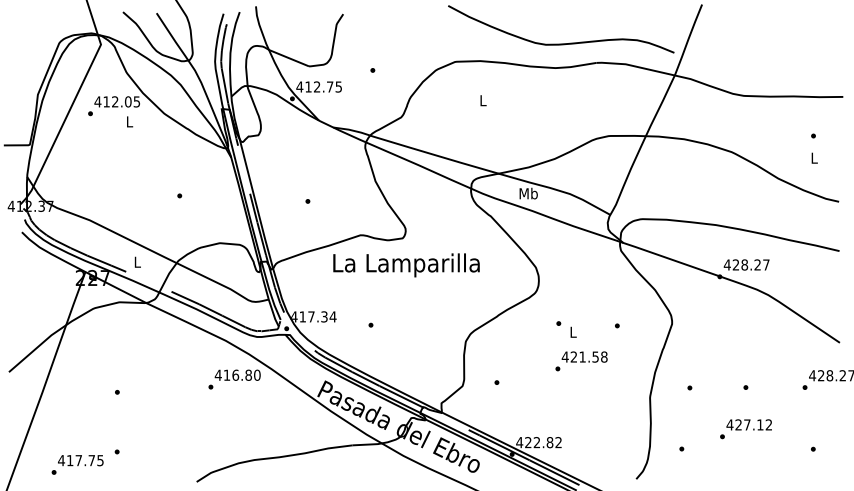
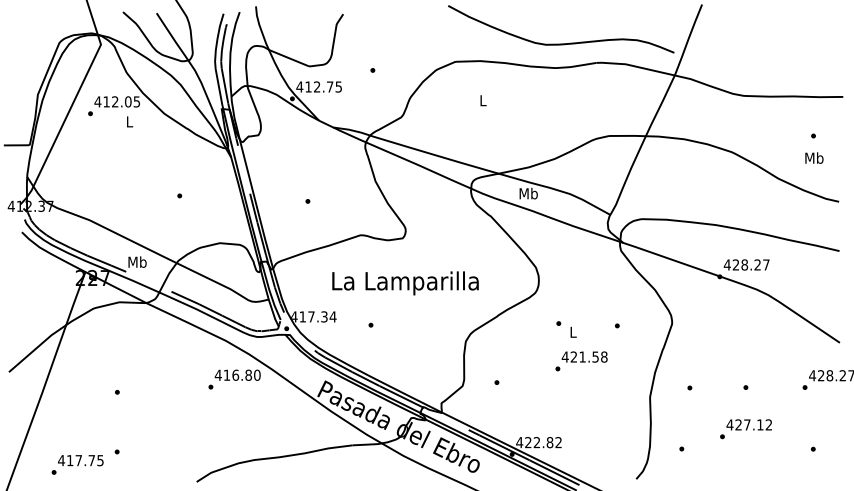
text at (814, 157): L -> Mb
text at (137, 261): L -> Mb
text at (406, 265) position: (406, 265) -> (405, 283)
